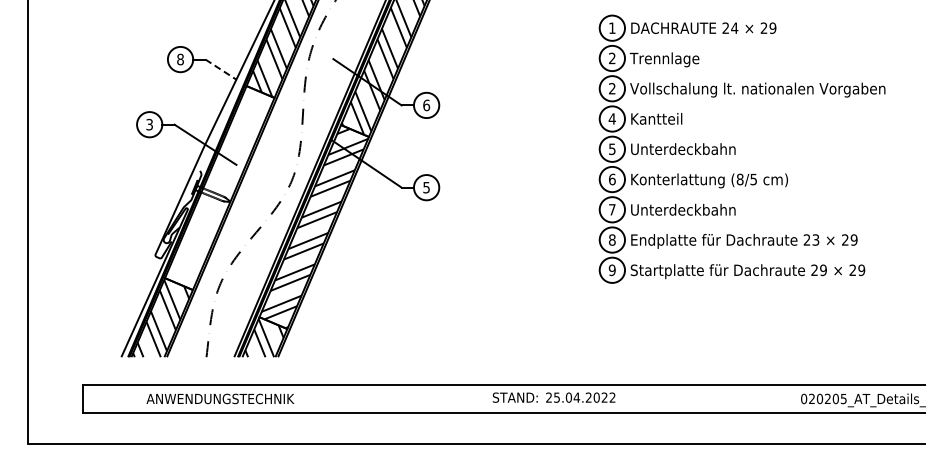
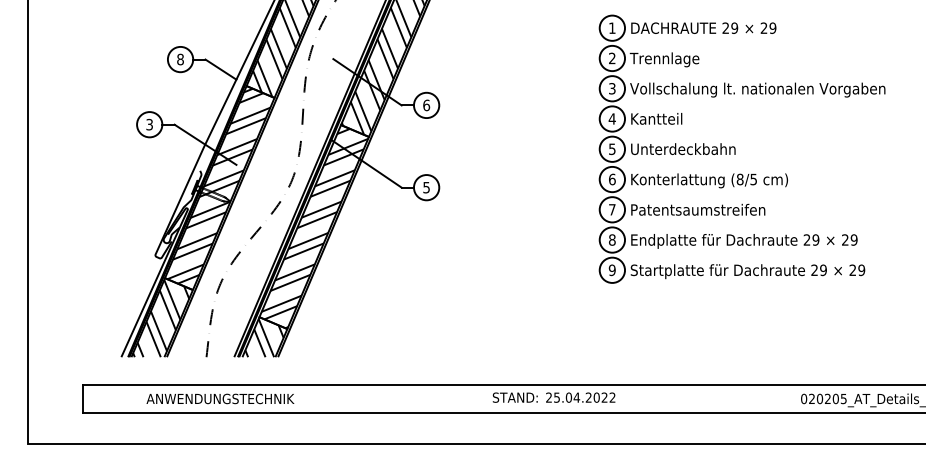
text at (734, 27): 24 -> 29
line at (221, 69): dashed -> solid
text at (612, 88): 2 -> 3
hatch at (218, 185): none -> present
text at (698, 209): Unterdeckbahn -> Patentsaumstreifen
text at (815, 239): 23 -> 29
